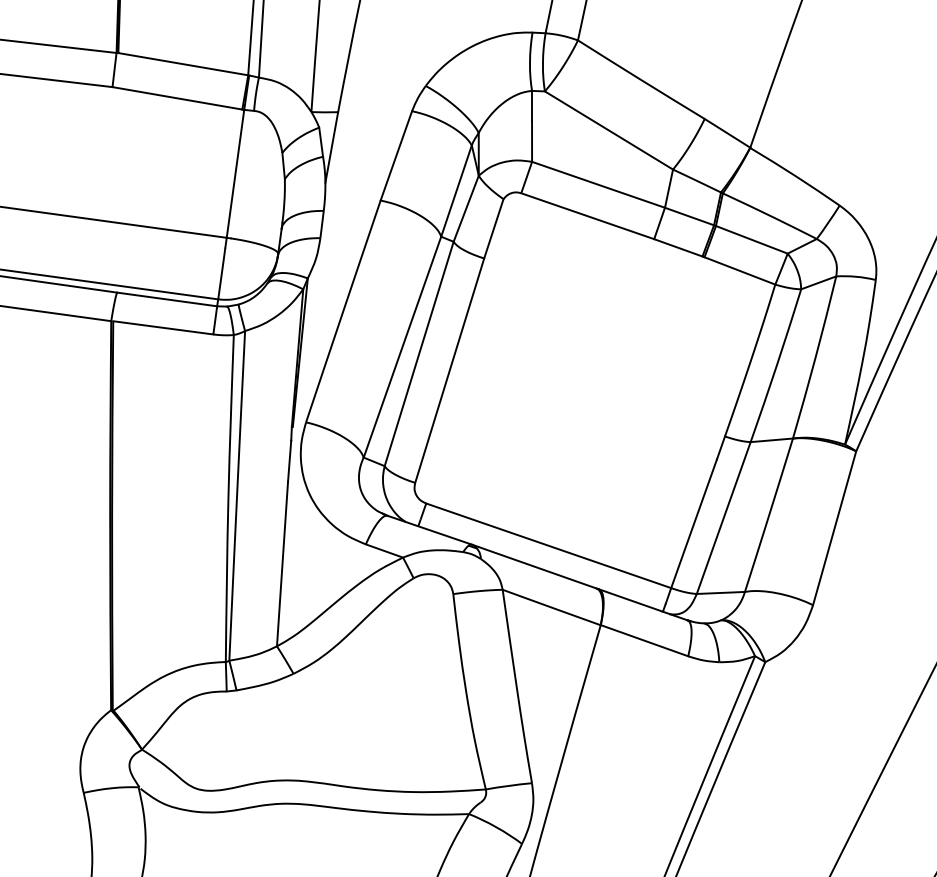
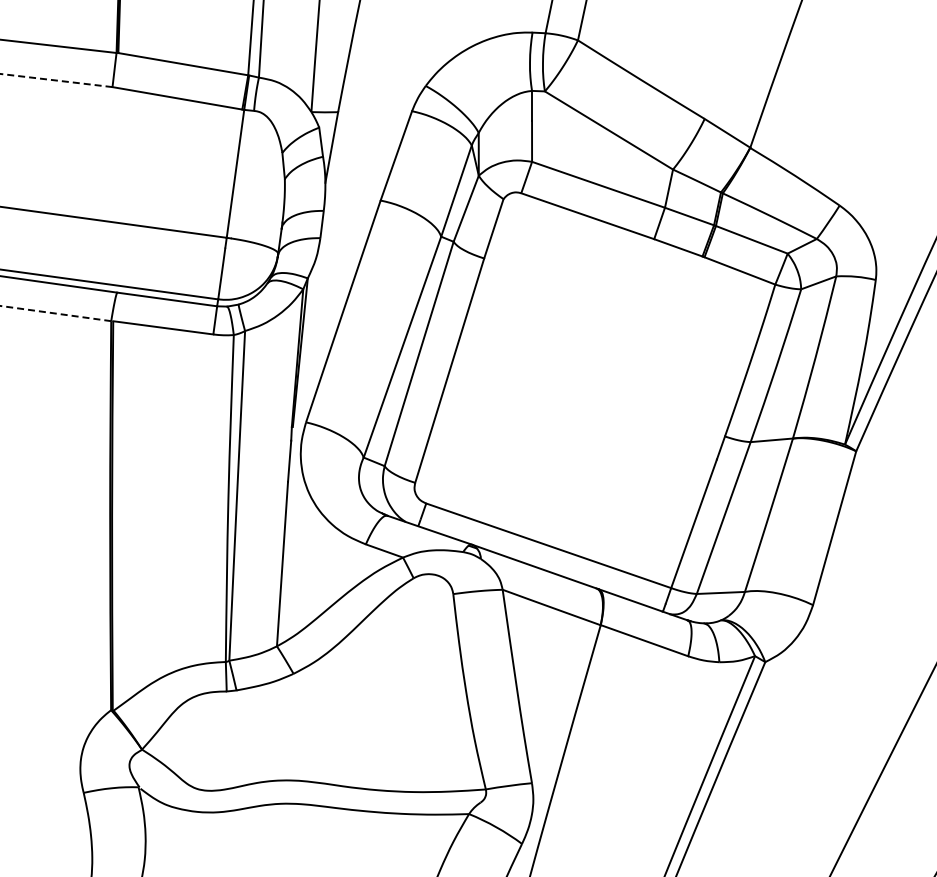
line at (56, 80): solid -> dashed
line at (55, 313): solid -> dashed
